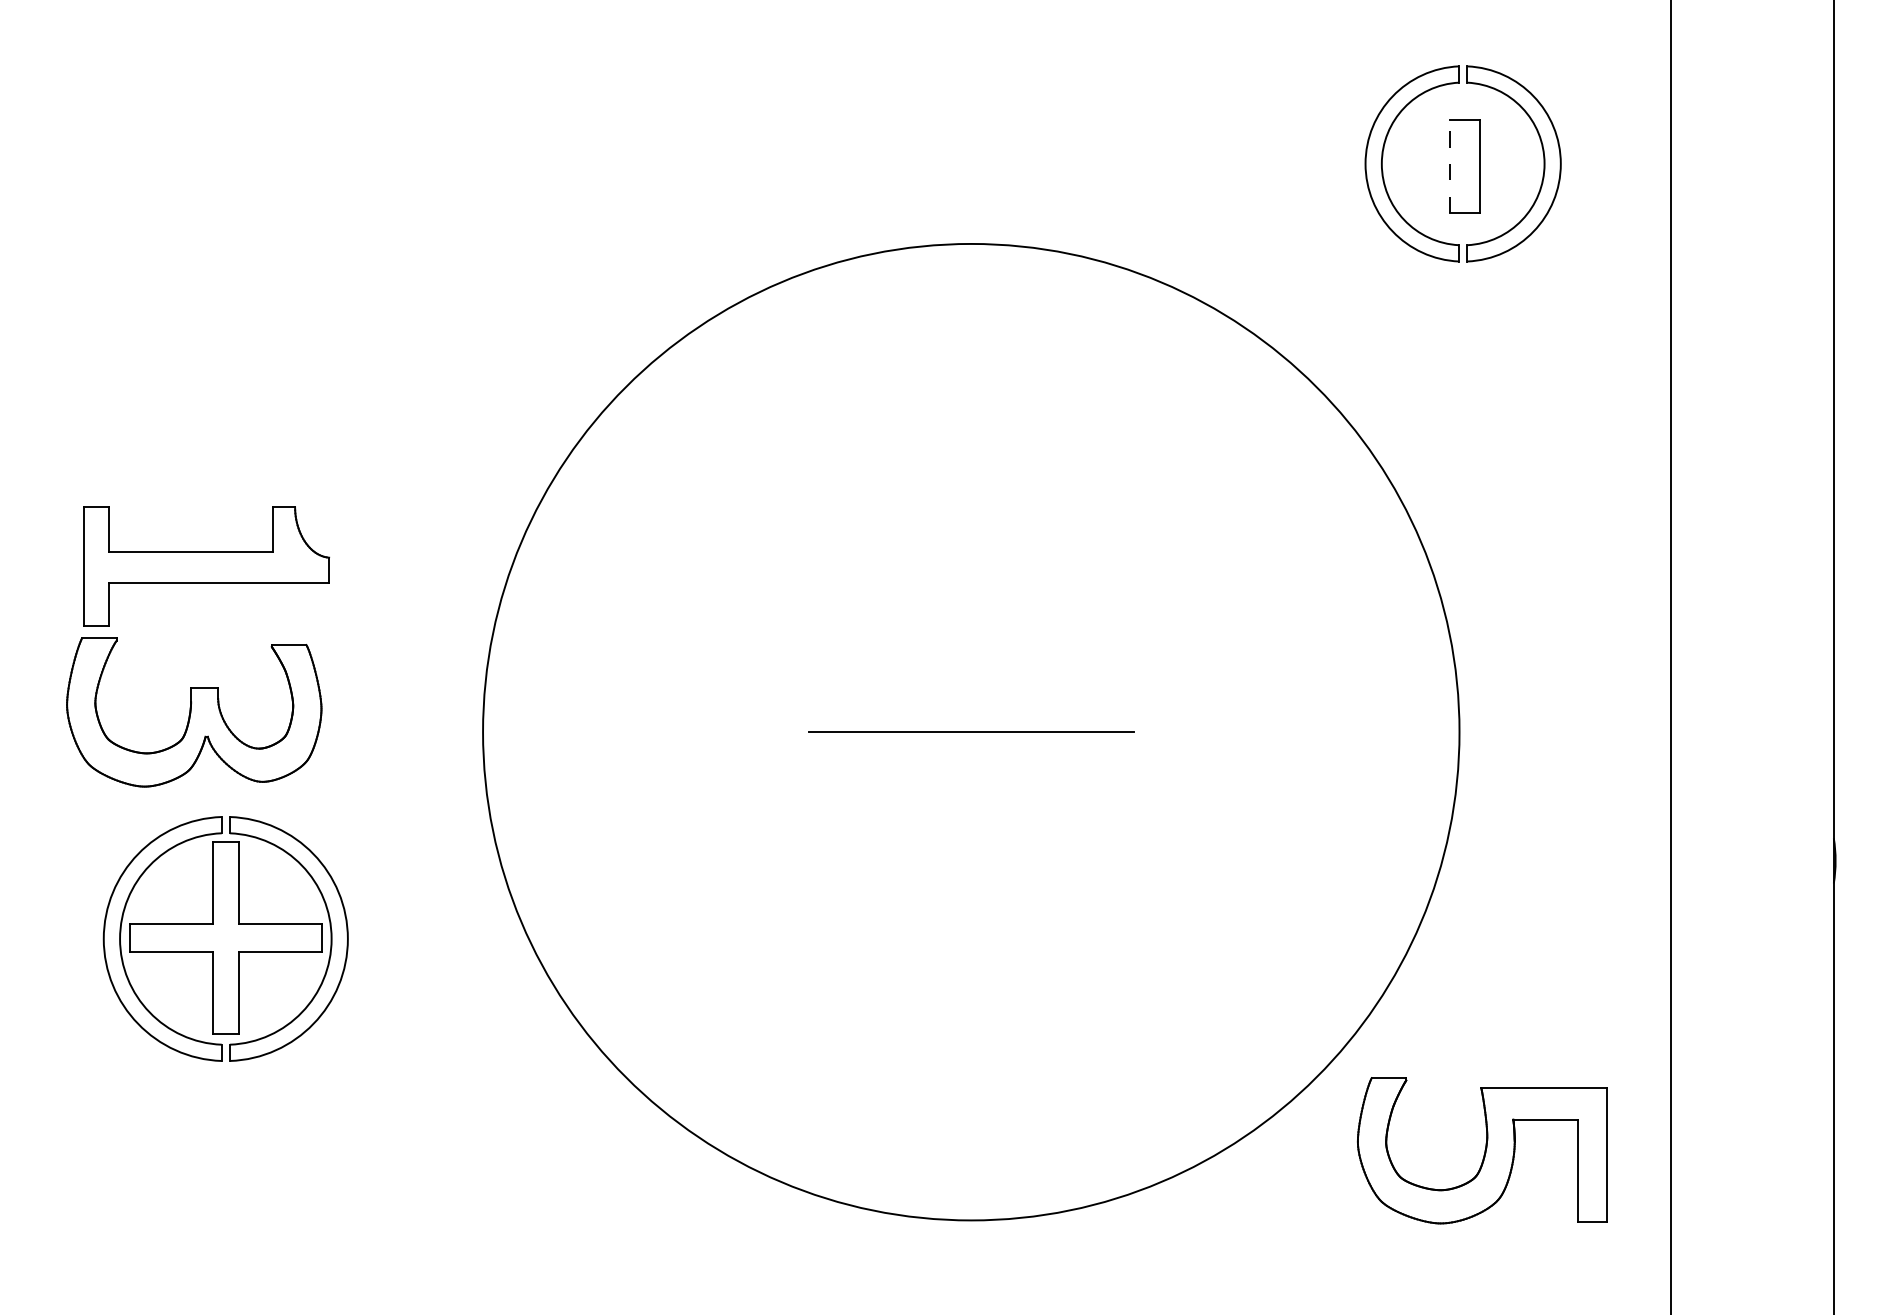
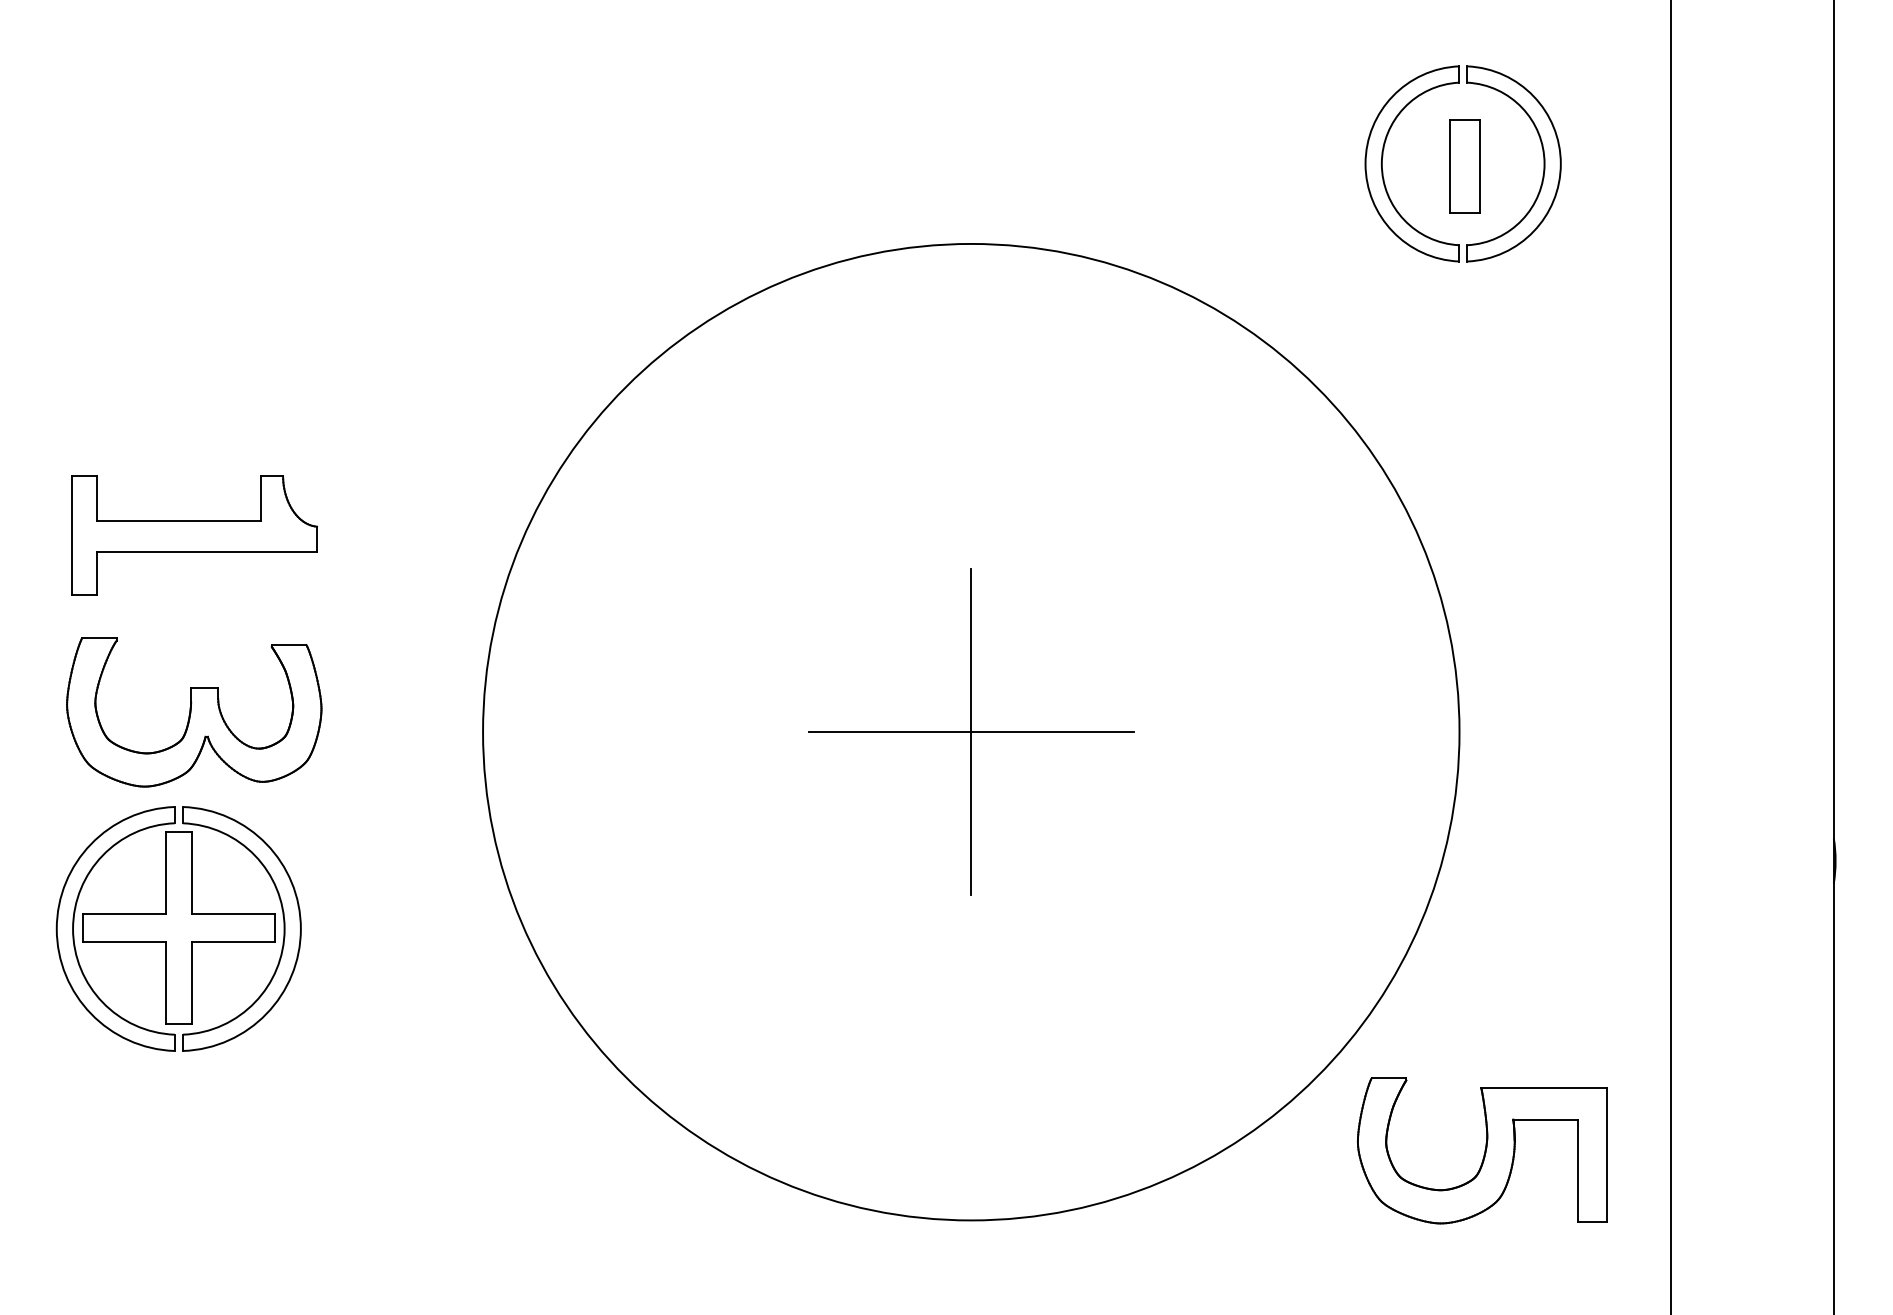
line at (1450, 166): dashed -> solid
part at (206, 566) position: (206, 566) -> (194, 535)
line at (971, 731): none -> present
part at (225, 938) position: (225, 938) -> (178, 928)
